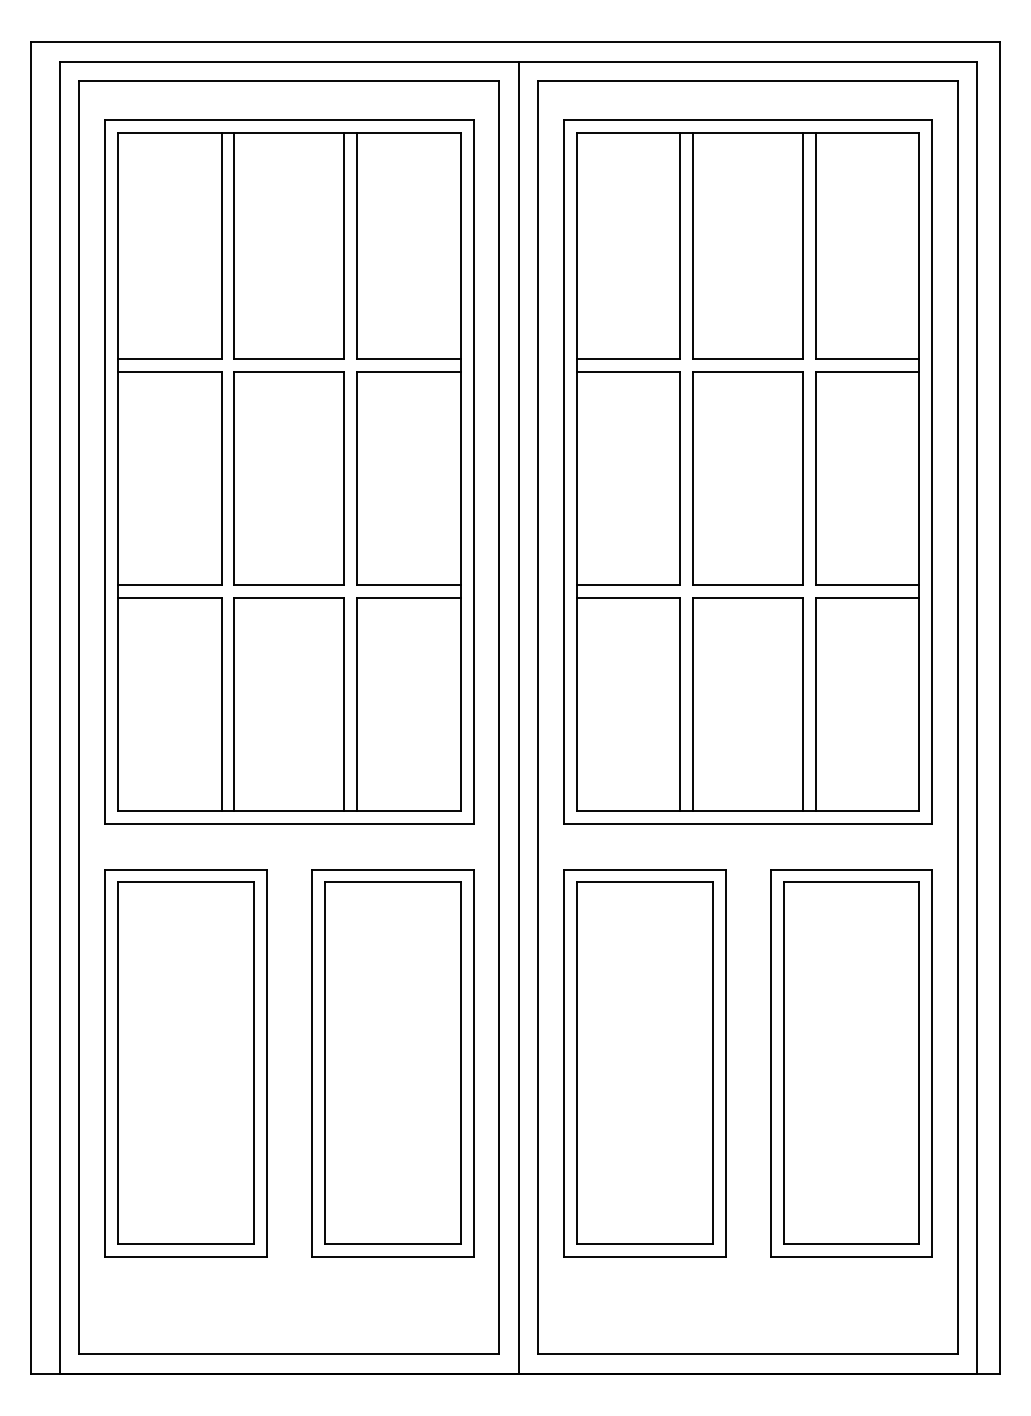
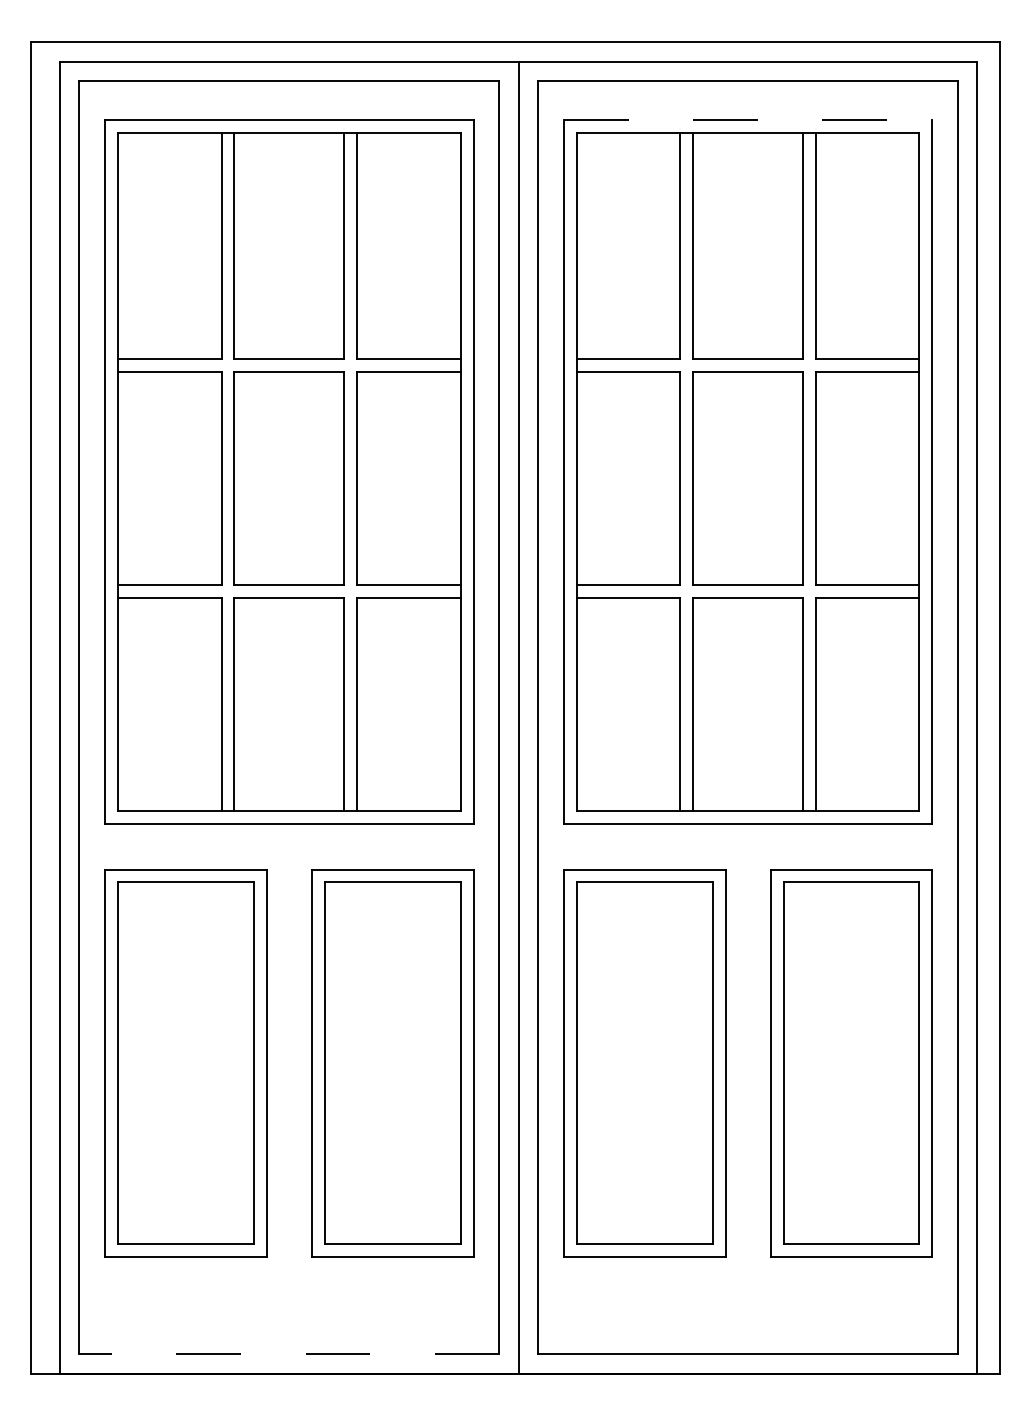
line at (748, 120): solid -> dashed
line at (289, 1354): solid -> dashed
